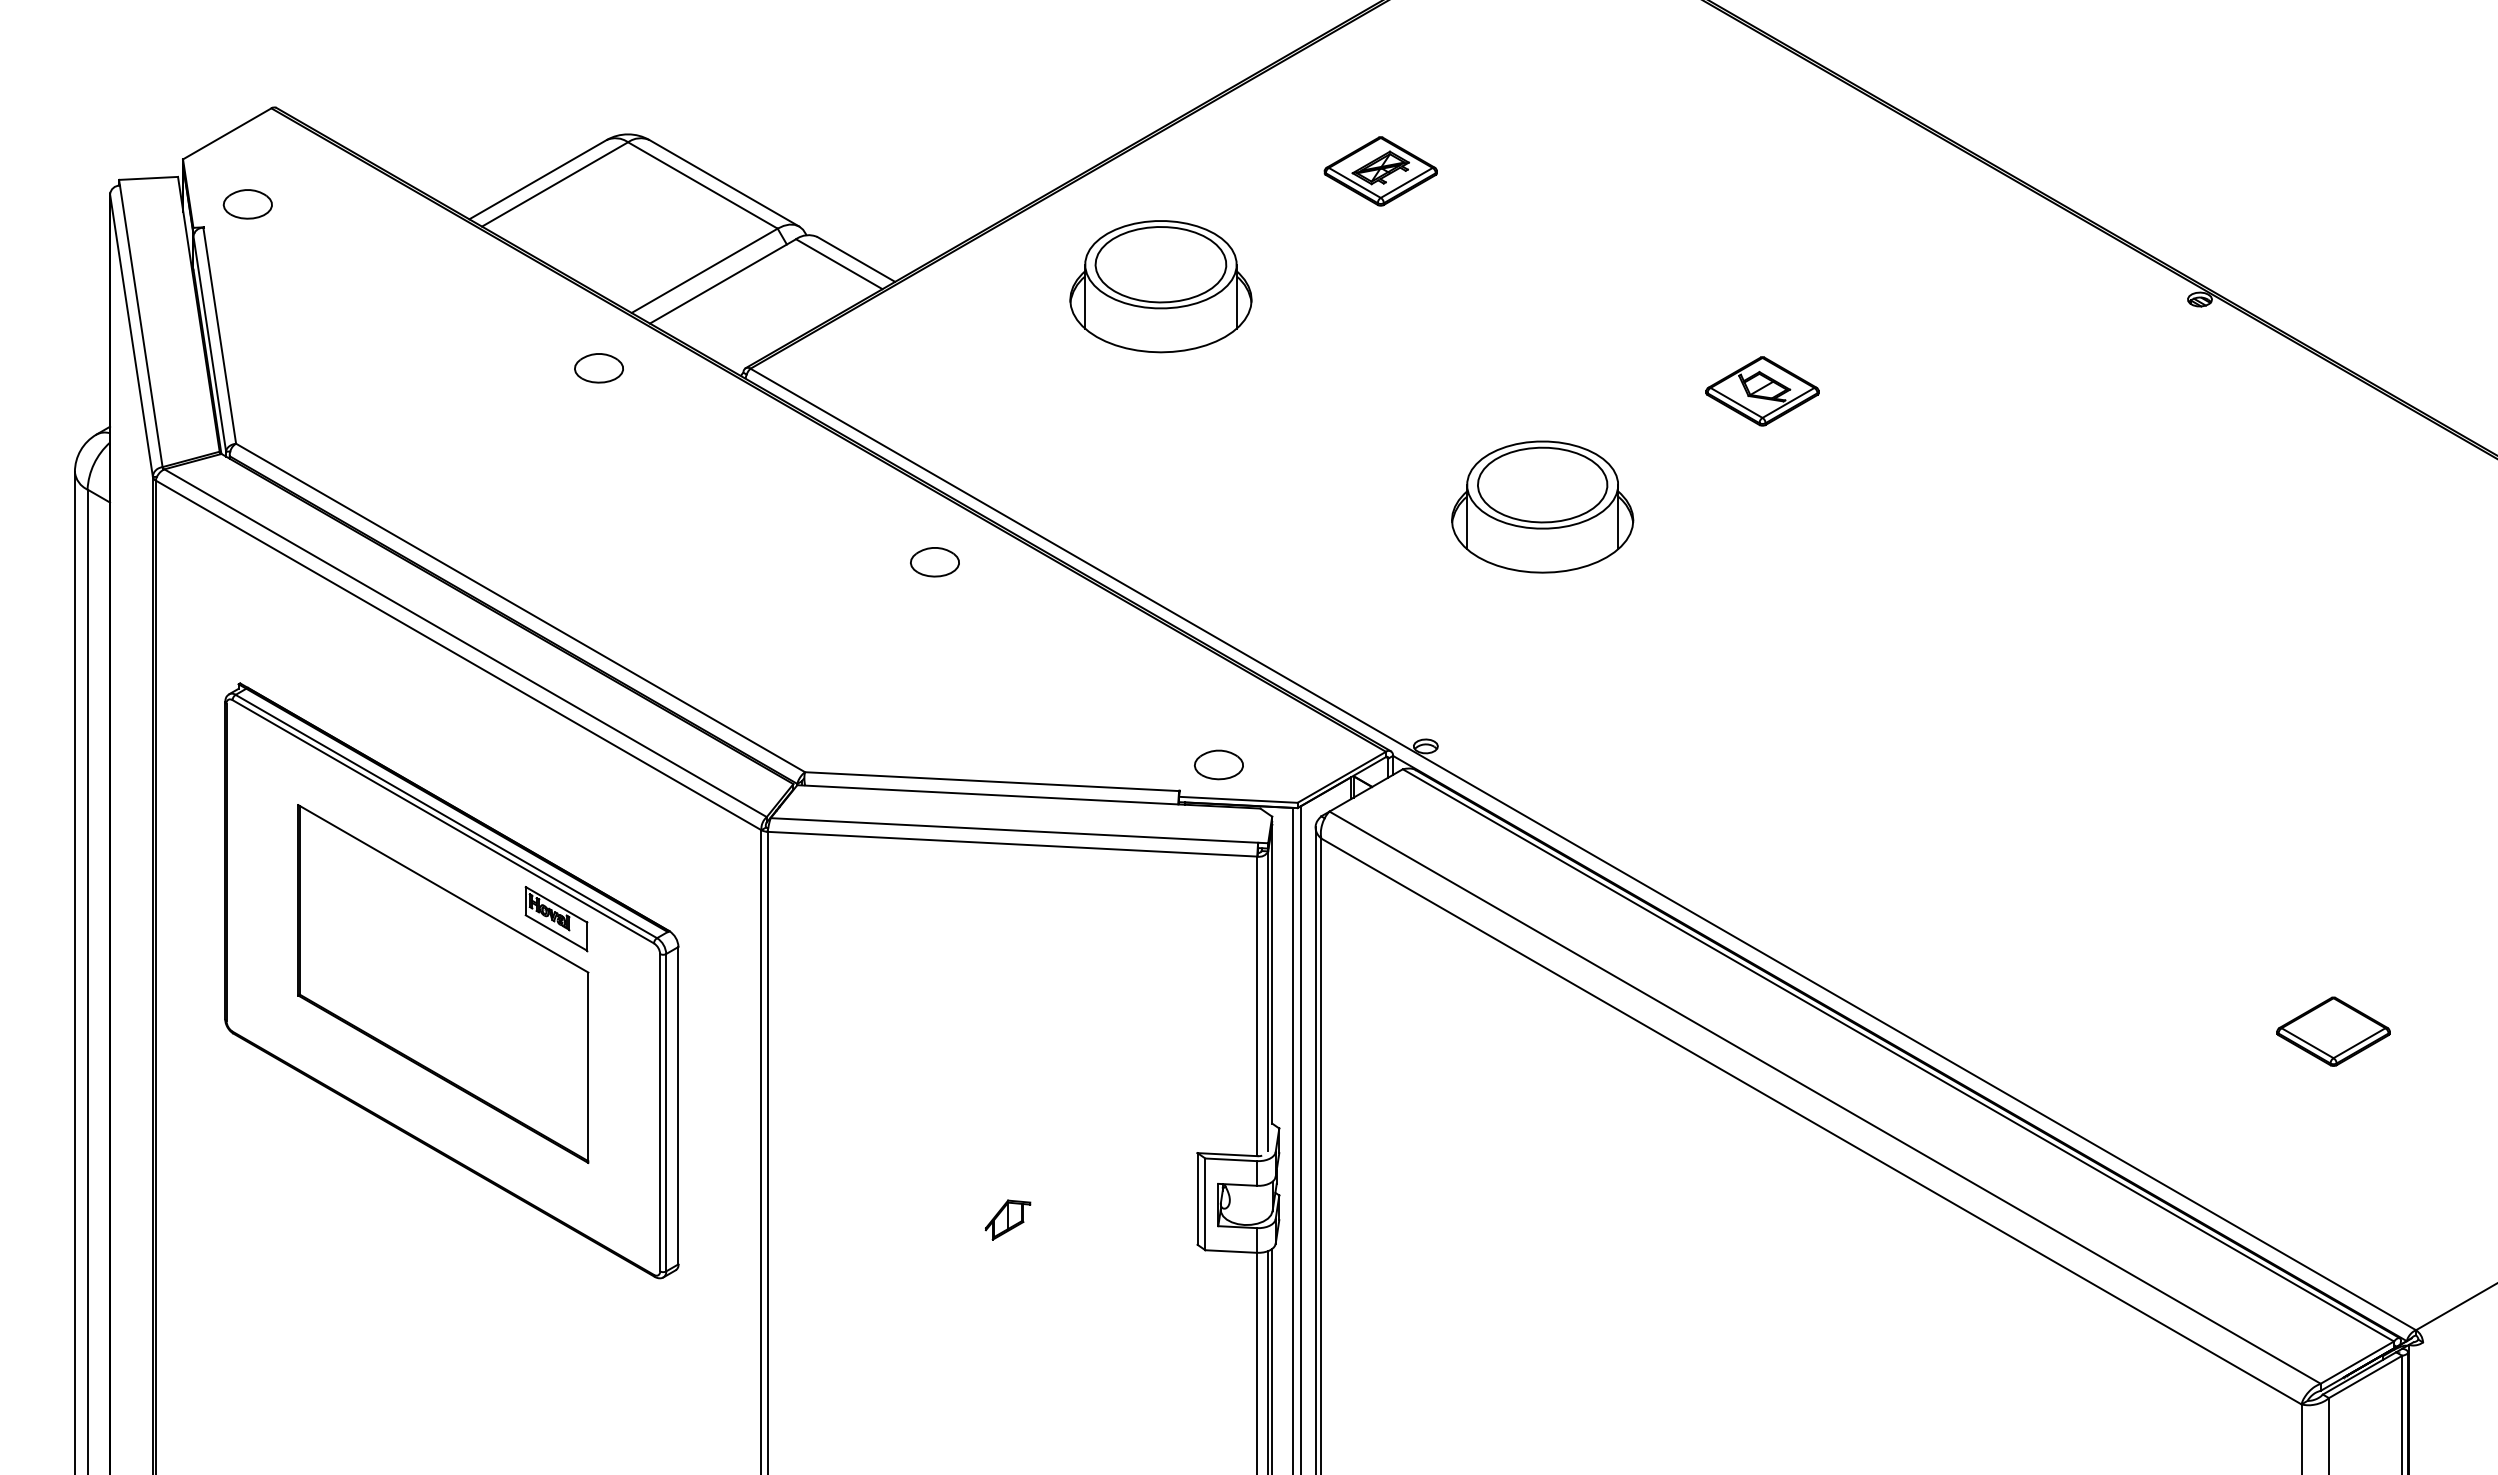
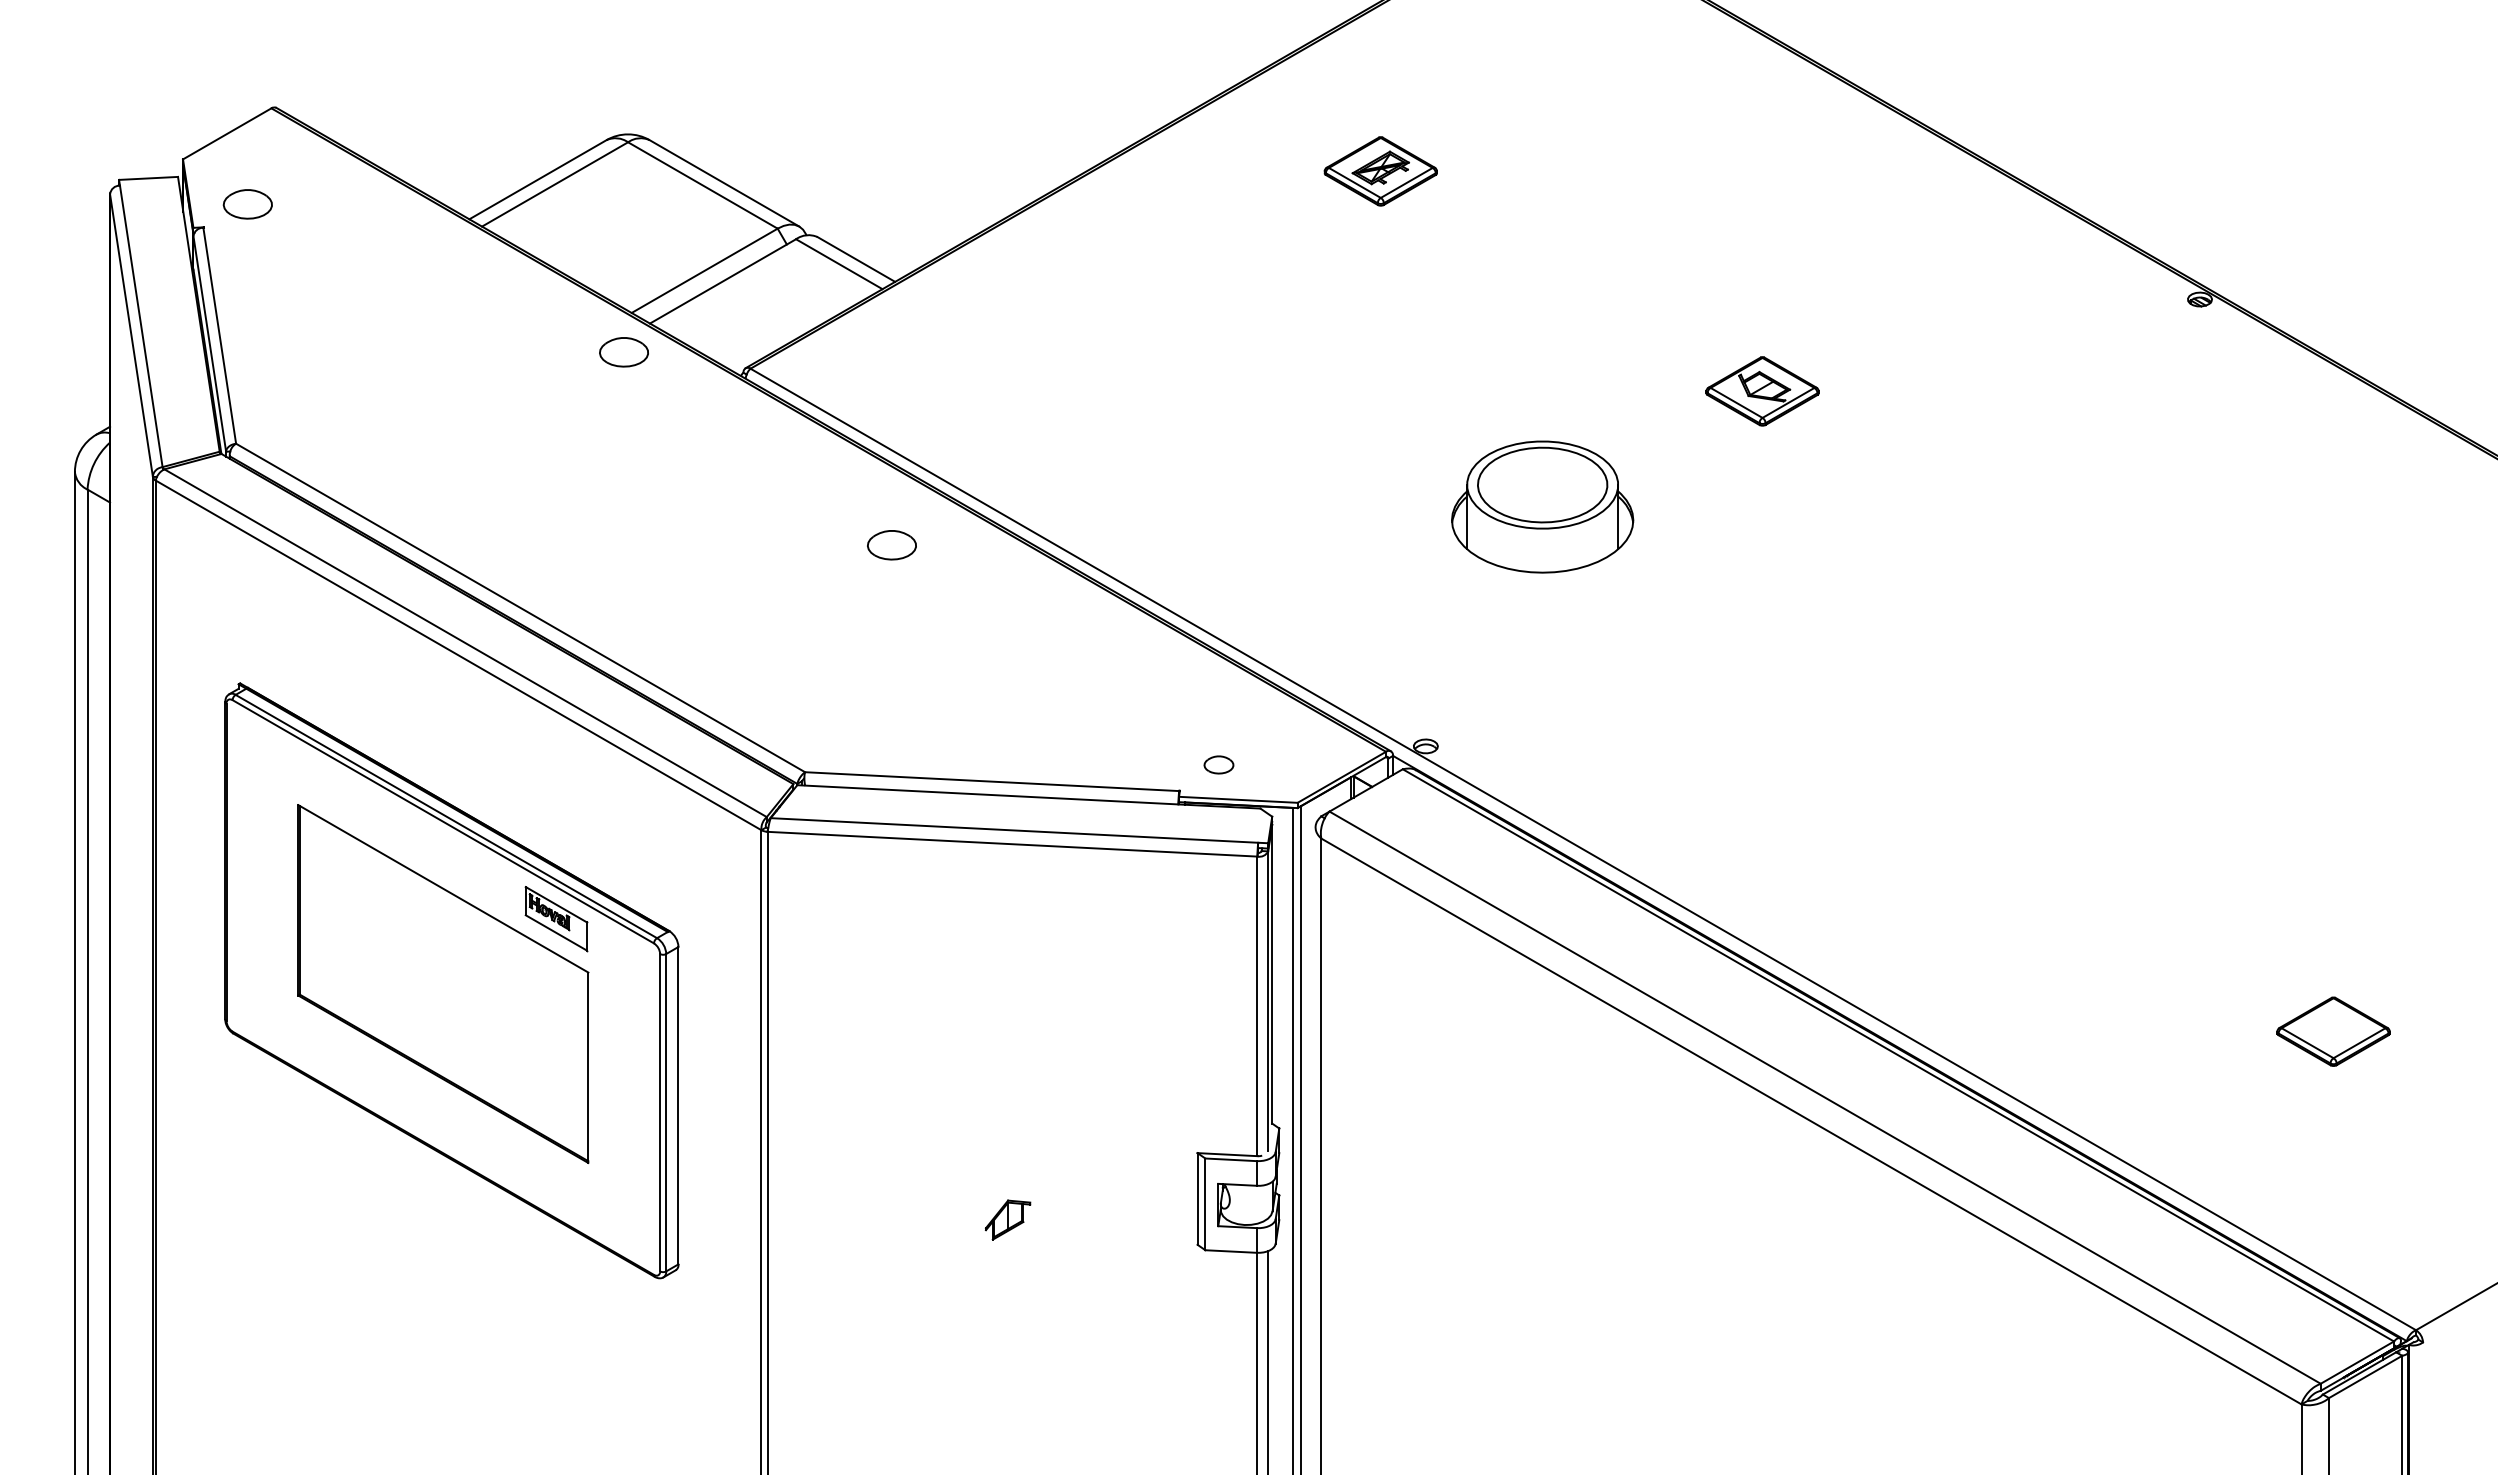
part at (1160, 286): present -> none
part at (598, 368) position: (598, 368) -> (623, 352)
part at (934, 562) position: (934, 562) -> (891, 545)
part at (1218, 764) size: 50x32 px -> 32x20 px
line at (1315, 1149): present -> none
line at (1272, 1359): present -> none
